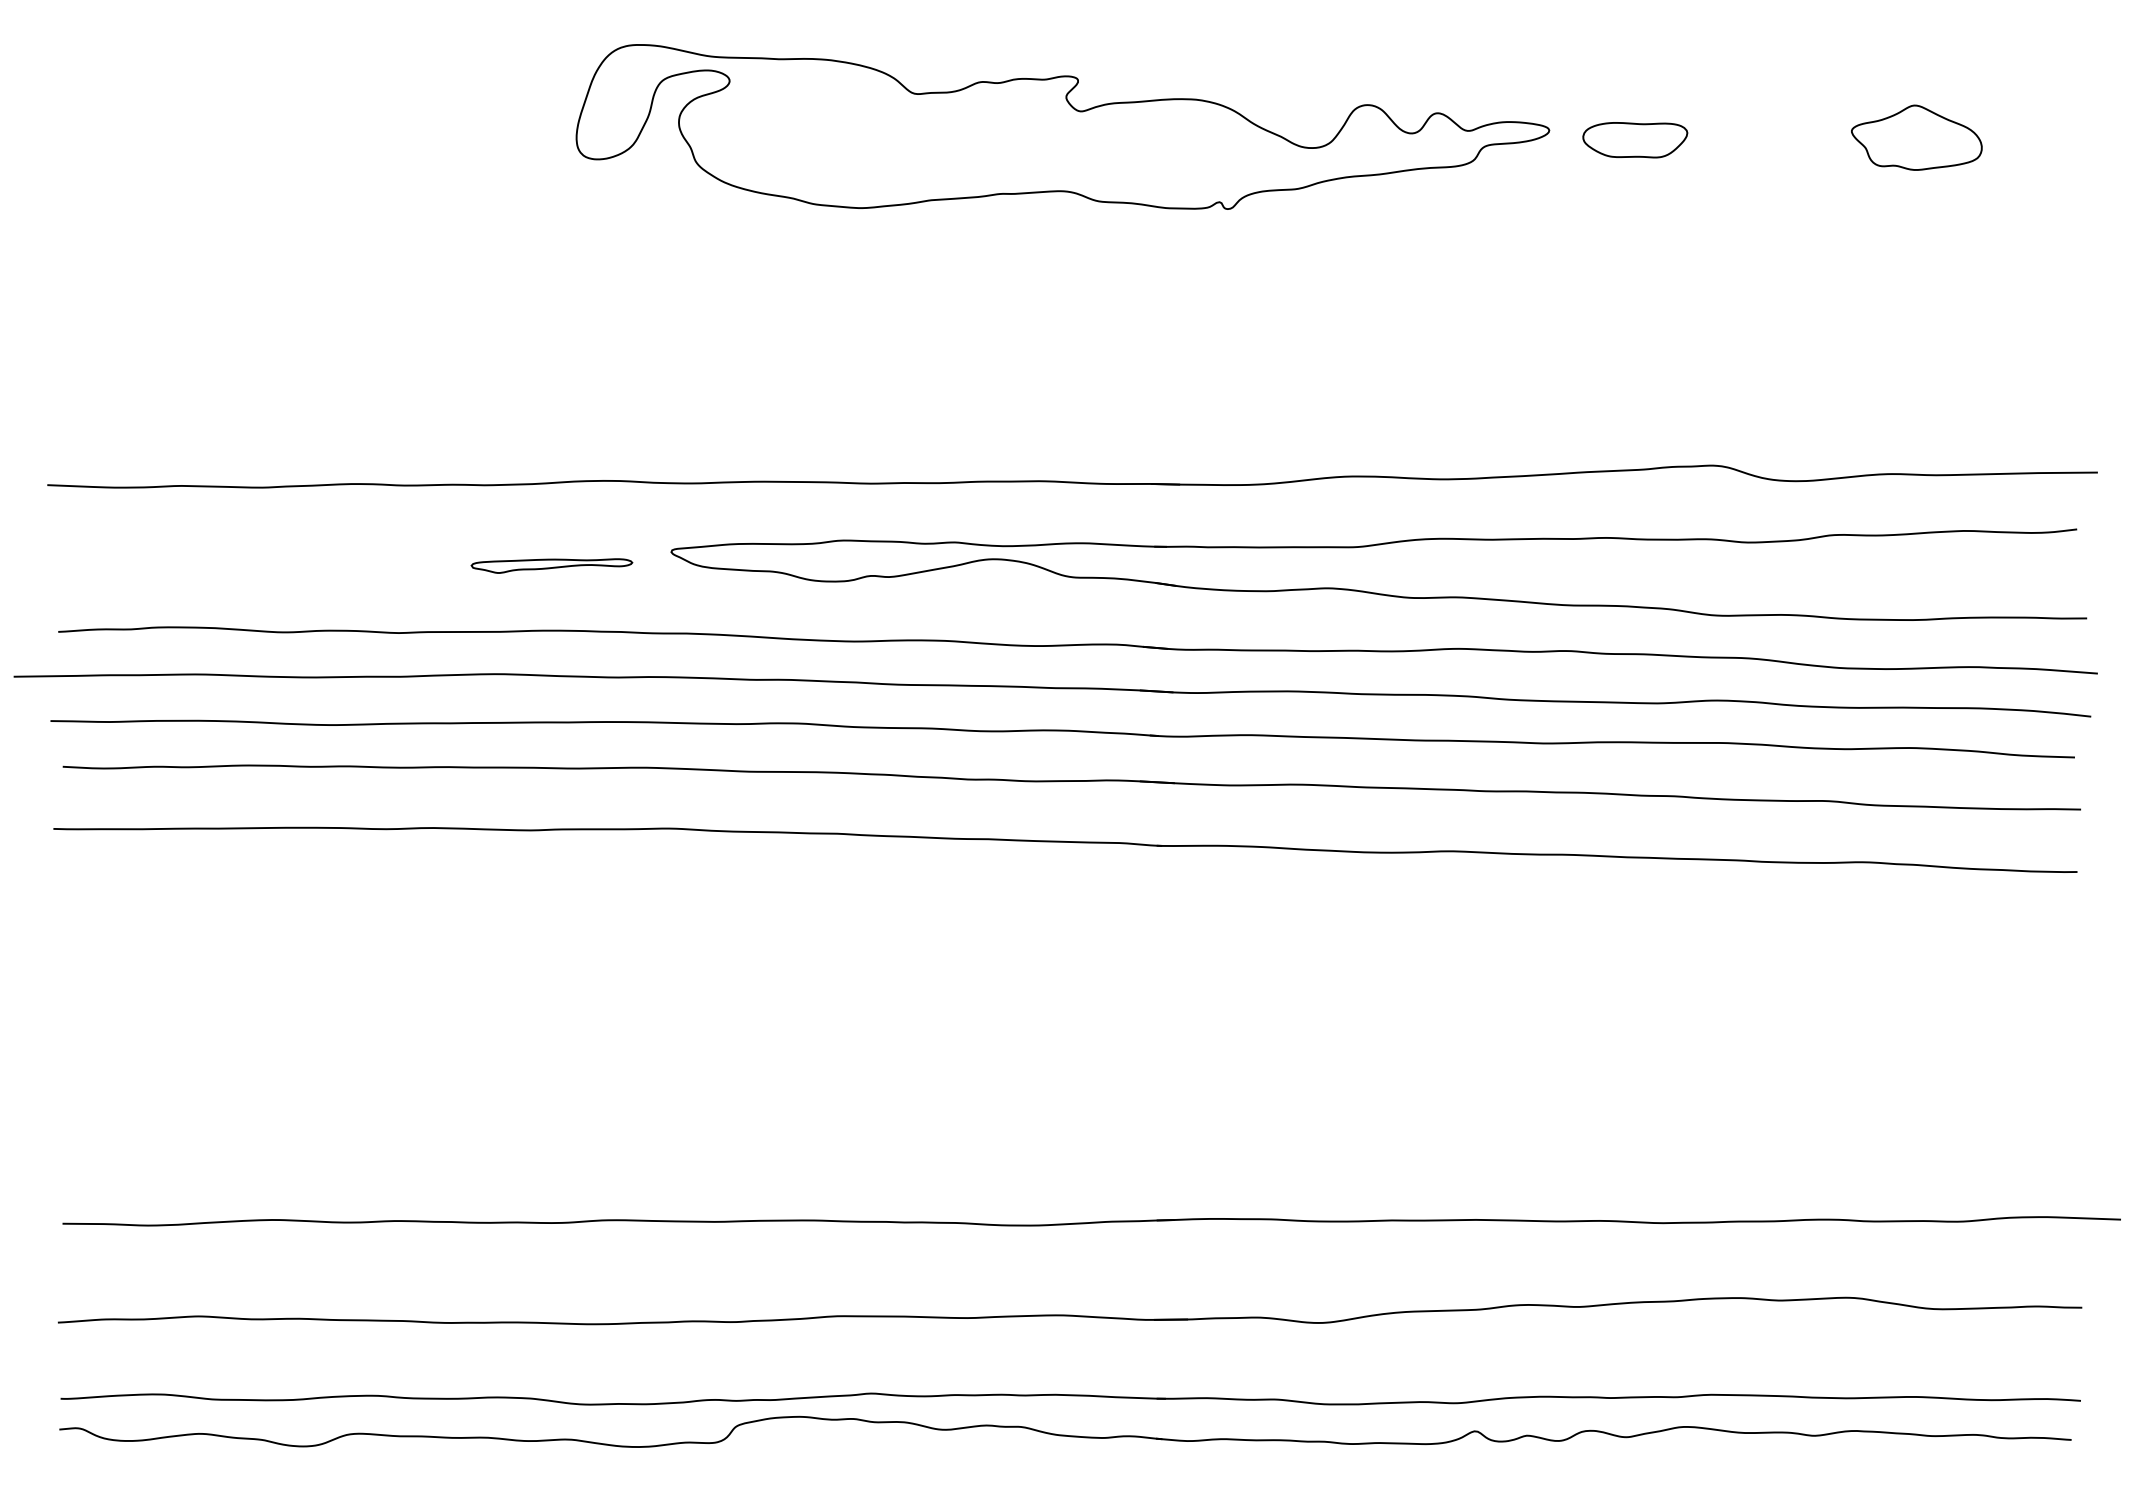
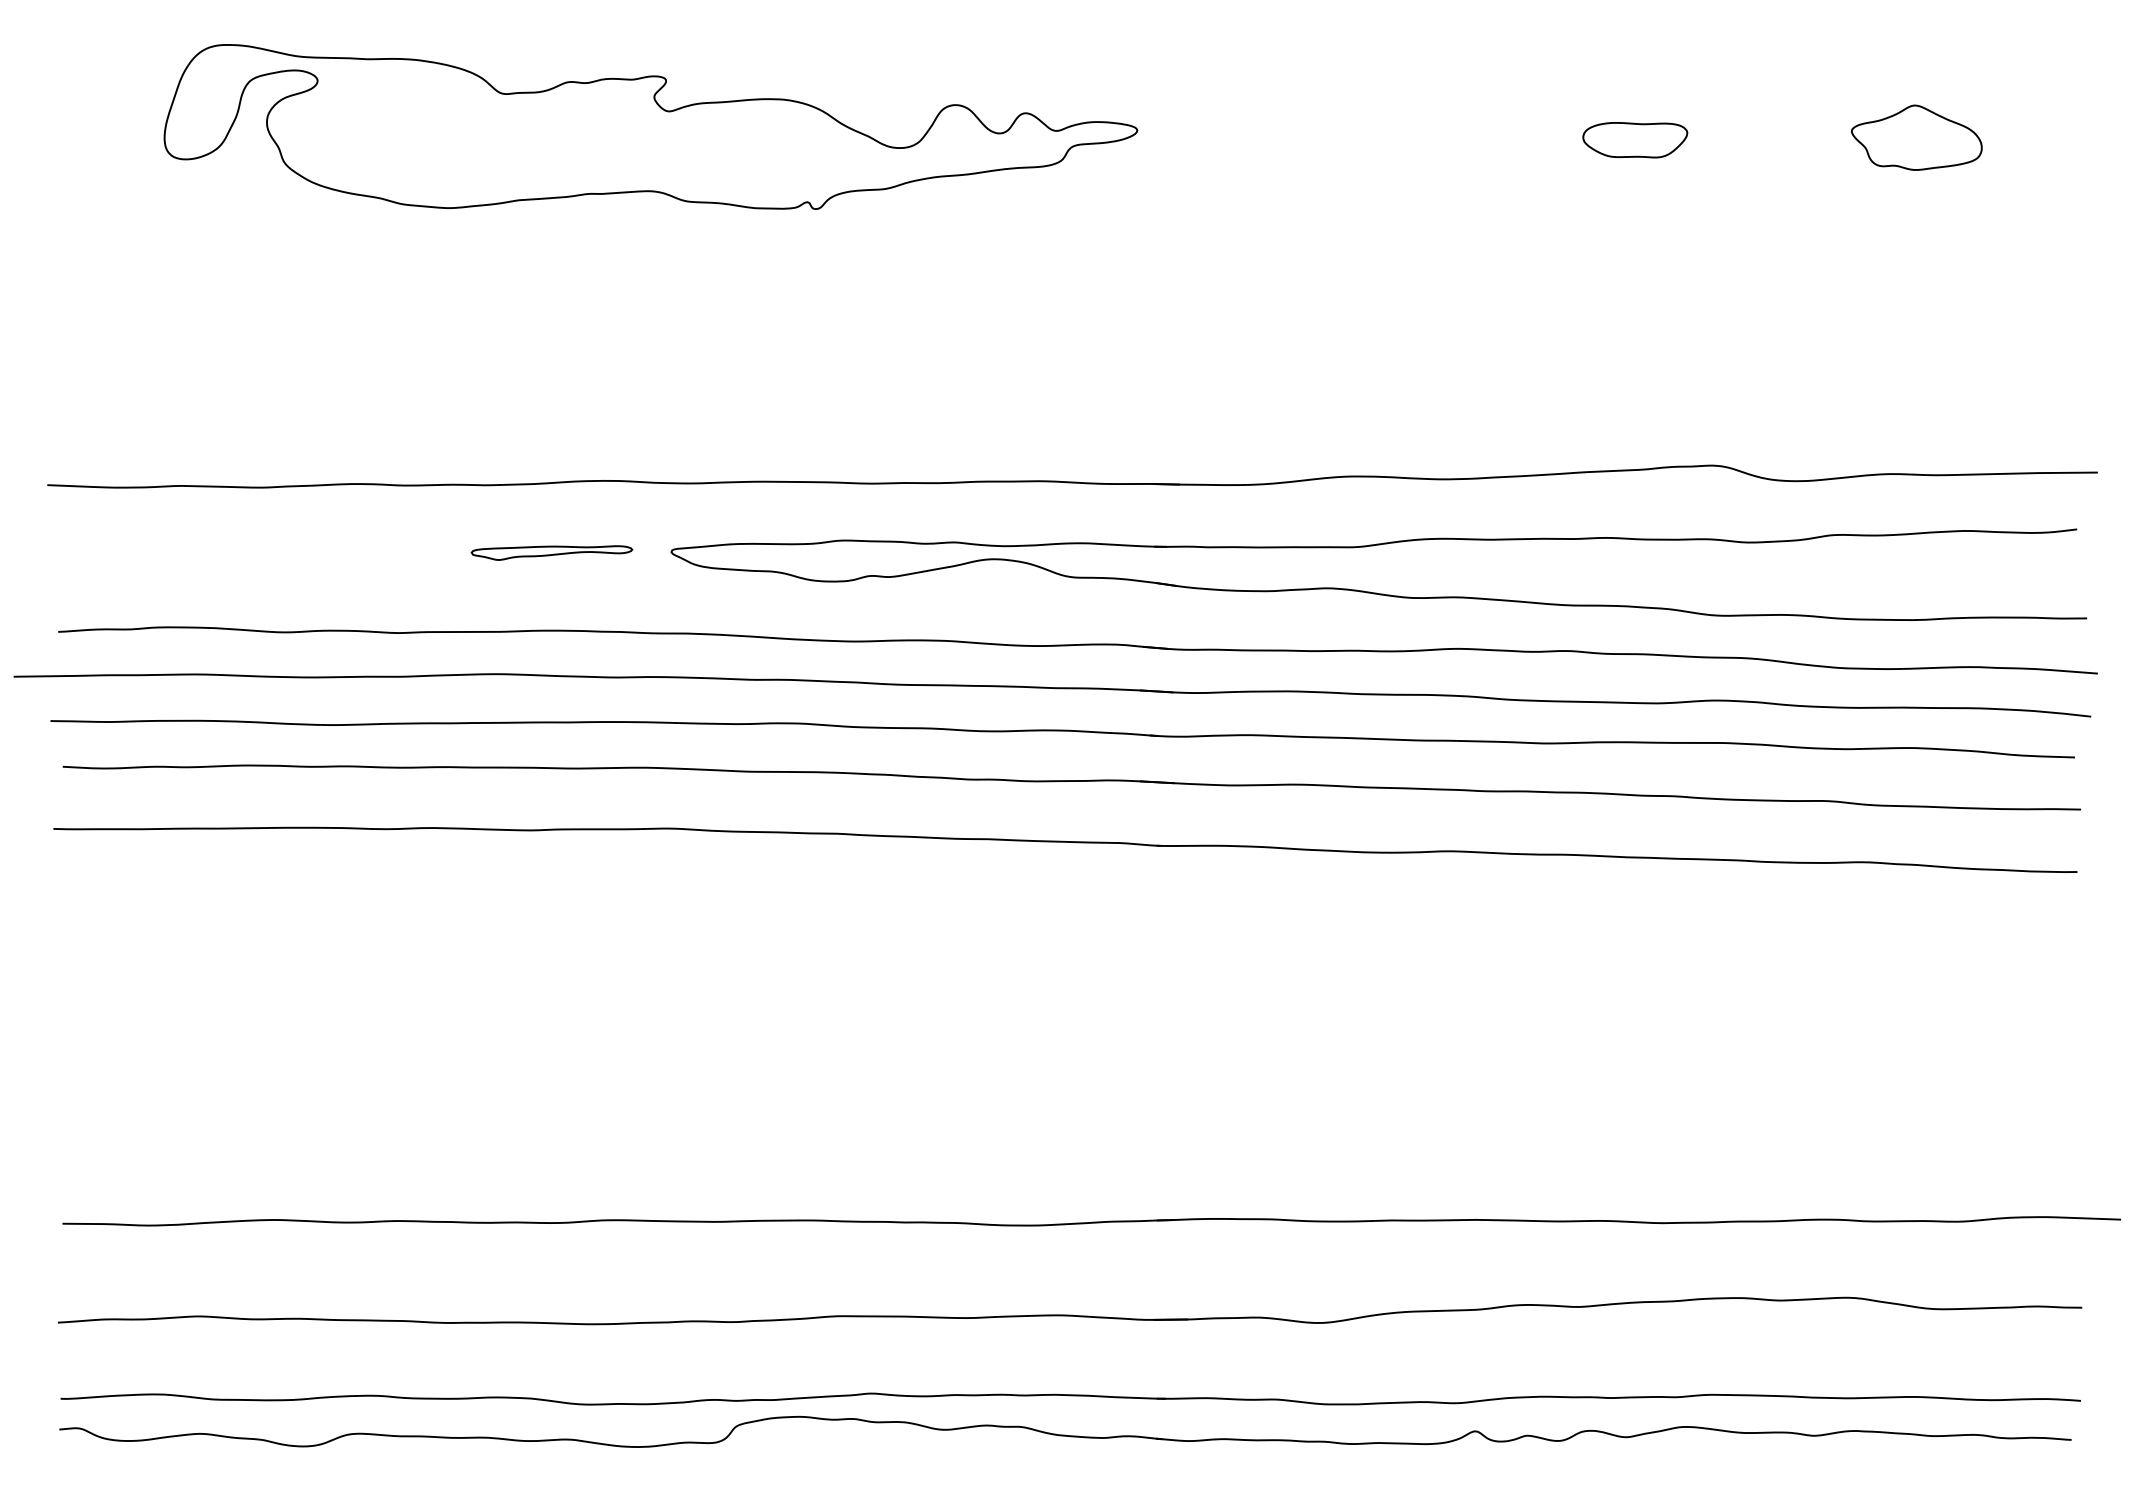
part at (1062, 126) position: (1062, 126) -> (650, 126)
part at (551, 565) position: (551, 565) -> (551, 552)
